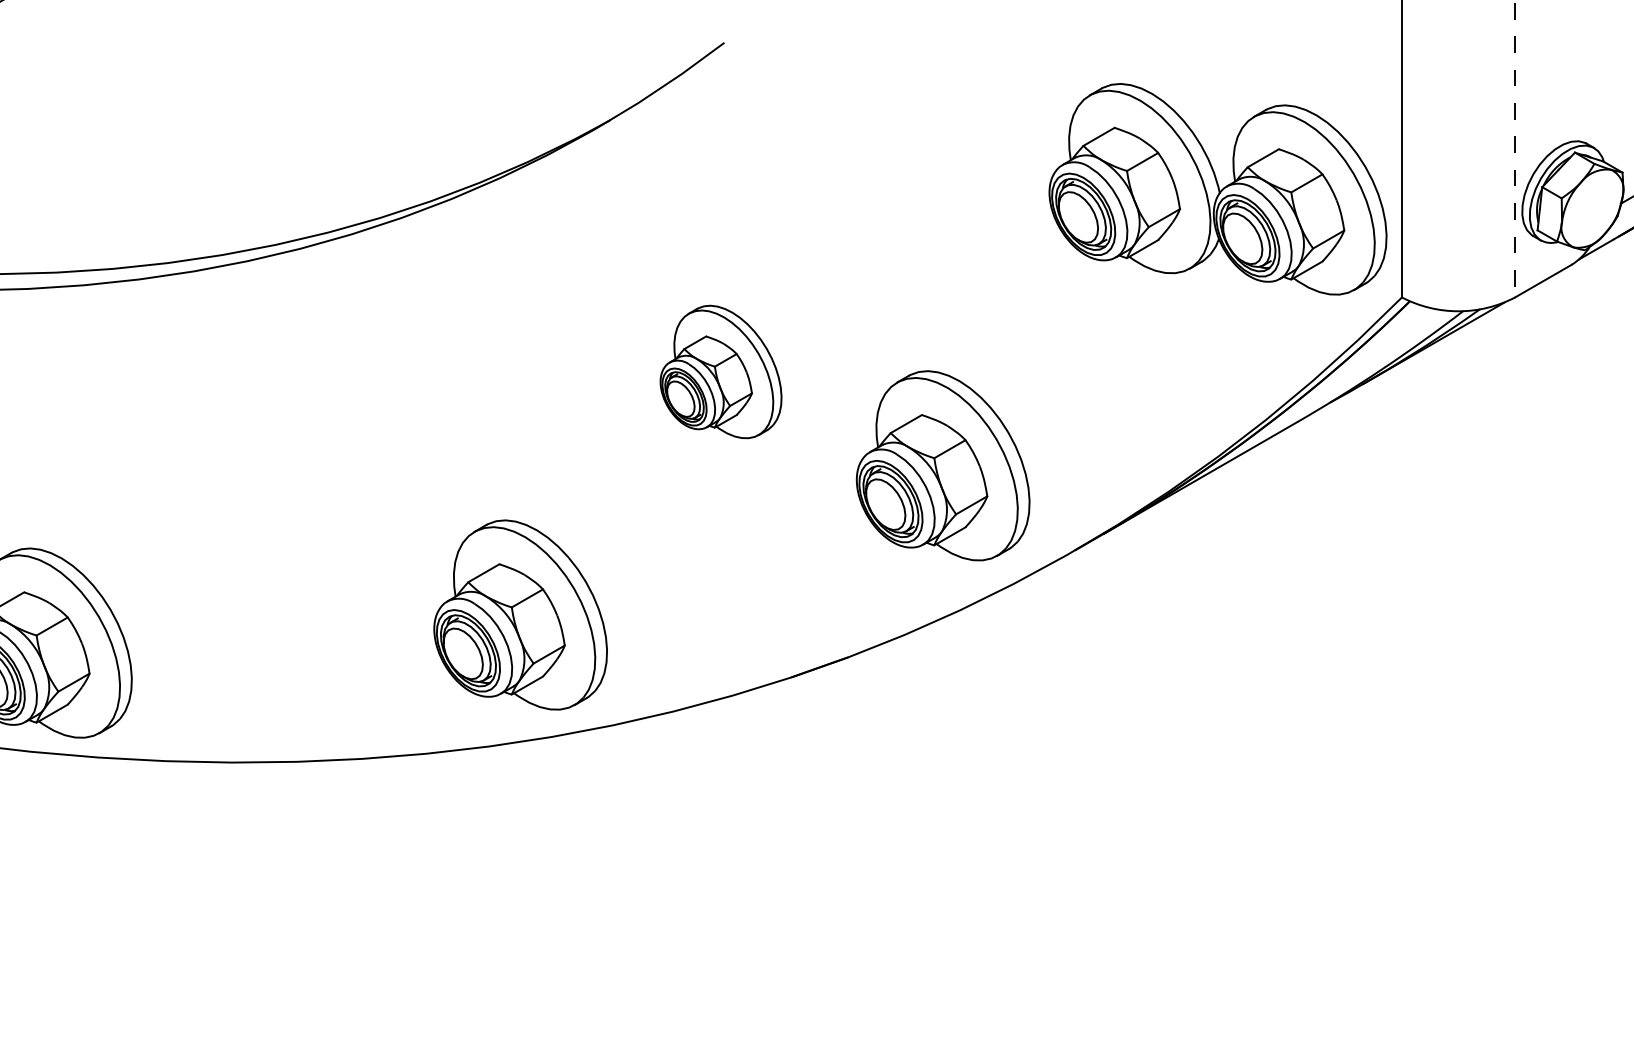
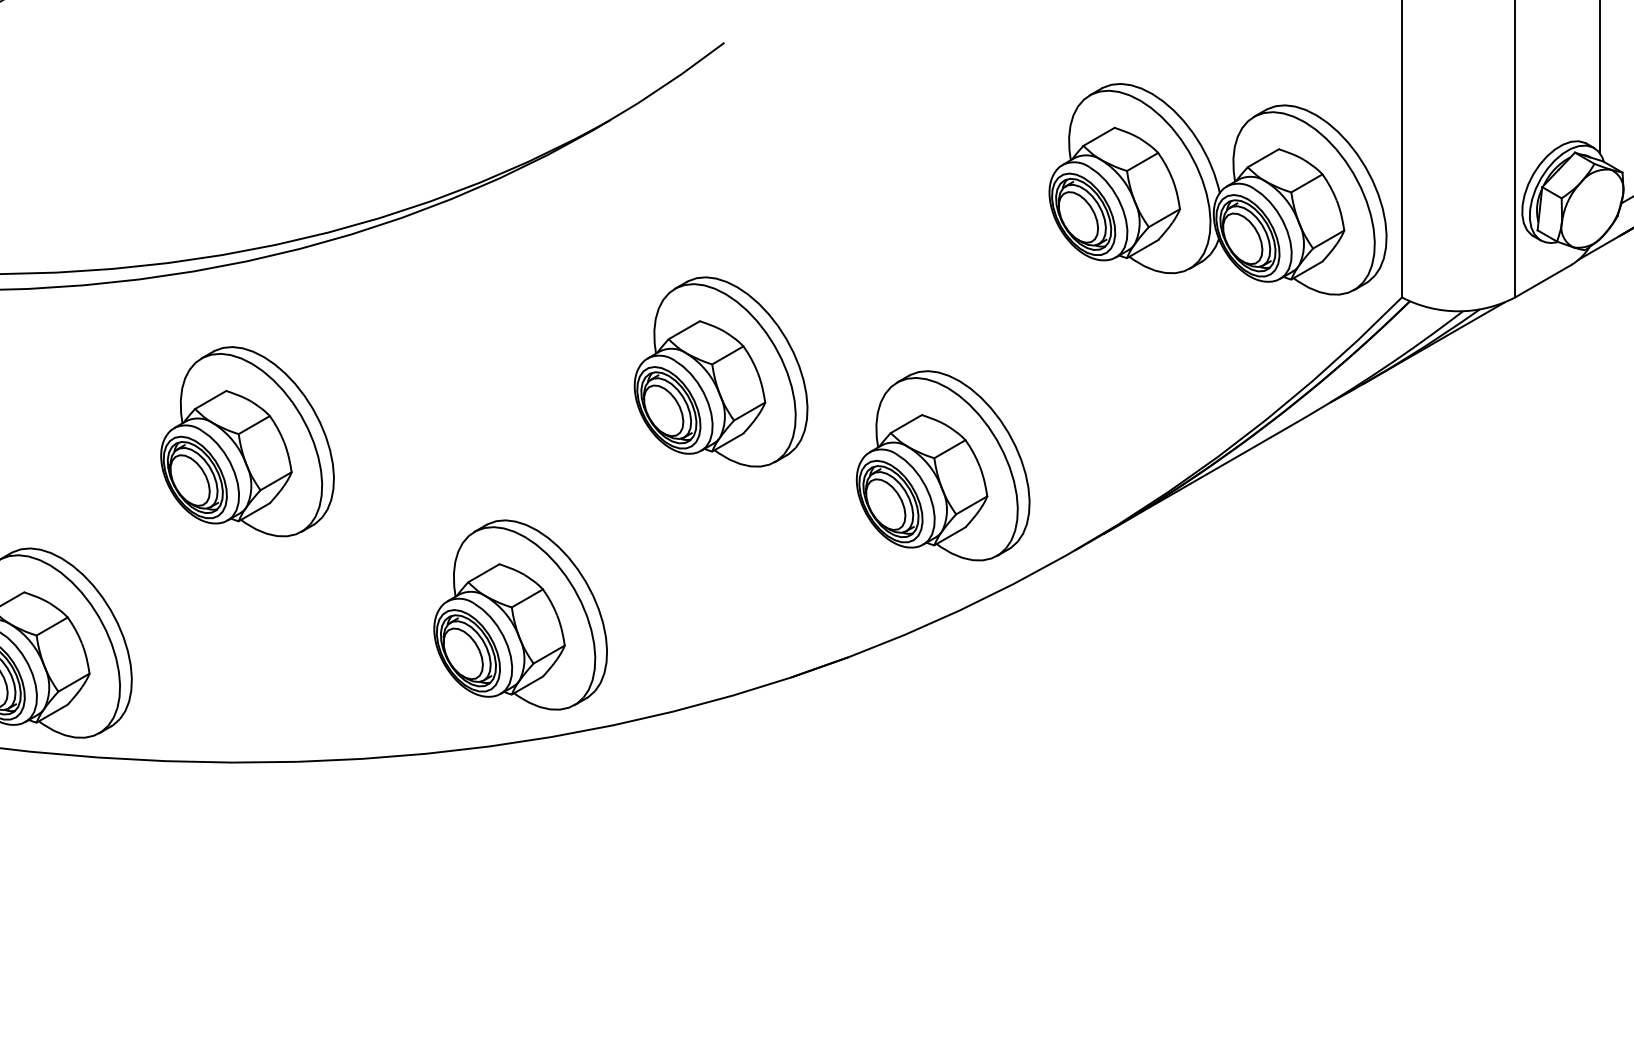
line at (1600, 77): none -> present
line at (1515, 149): dashed -> solid
part at (720, 371) size: 124x136 px -> 176x192 px
part at (247, 441): none -> present
